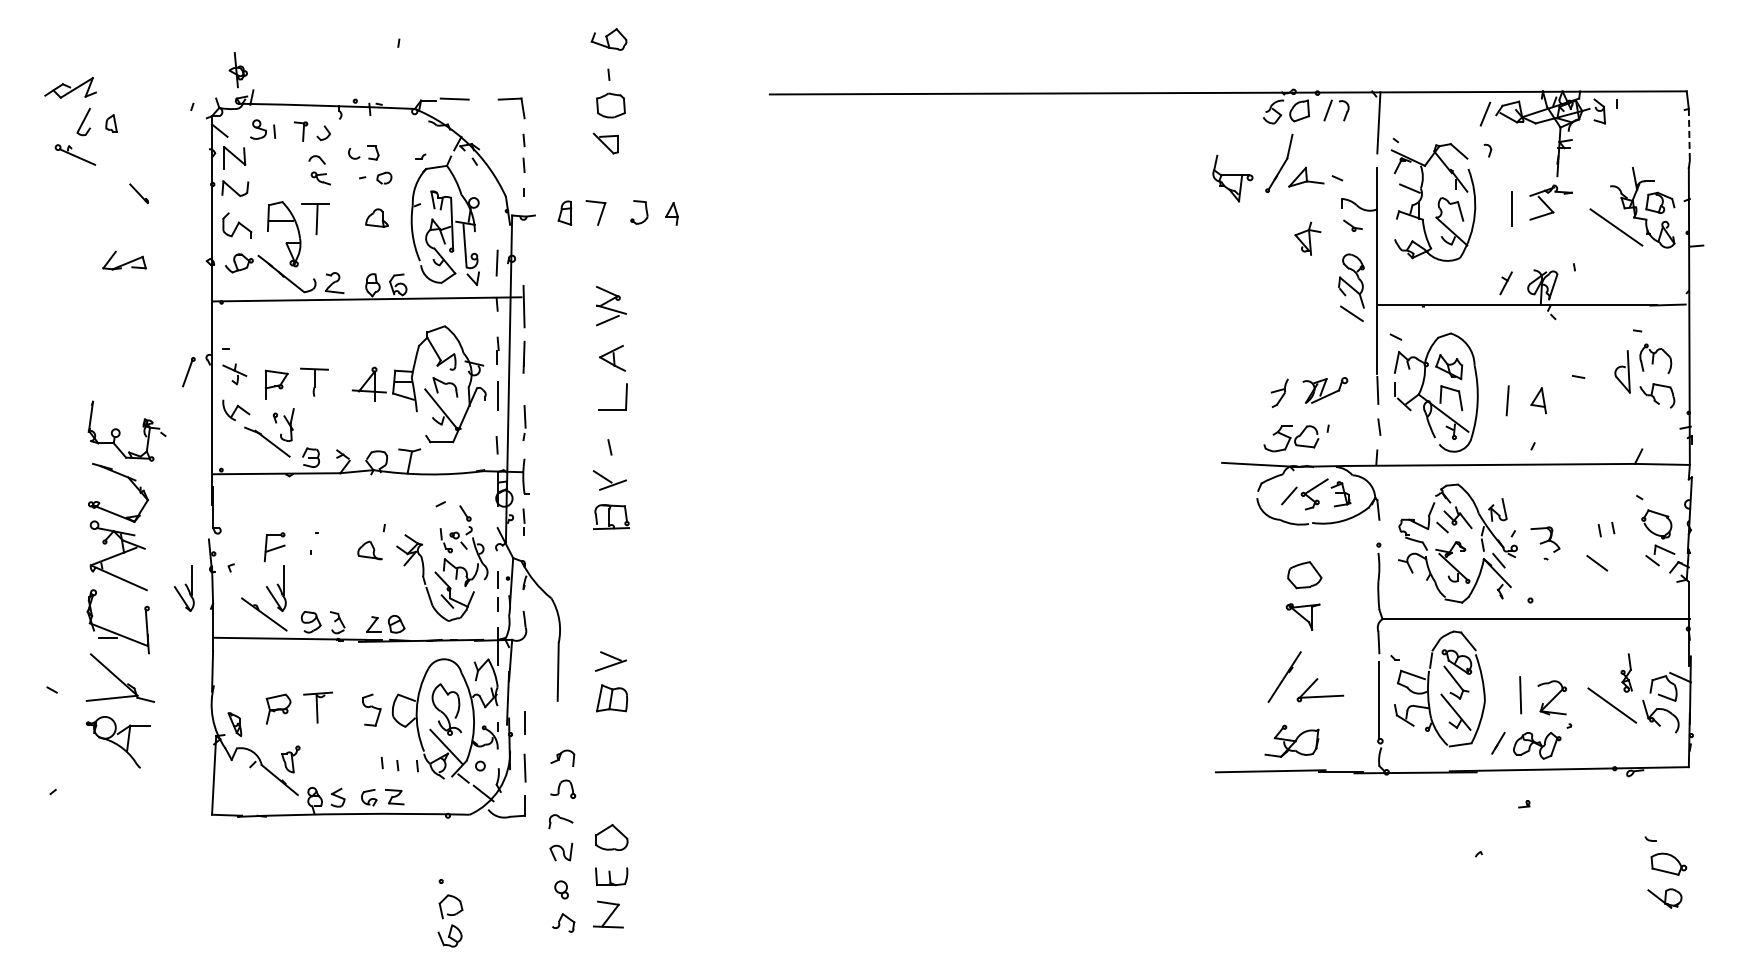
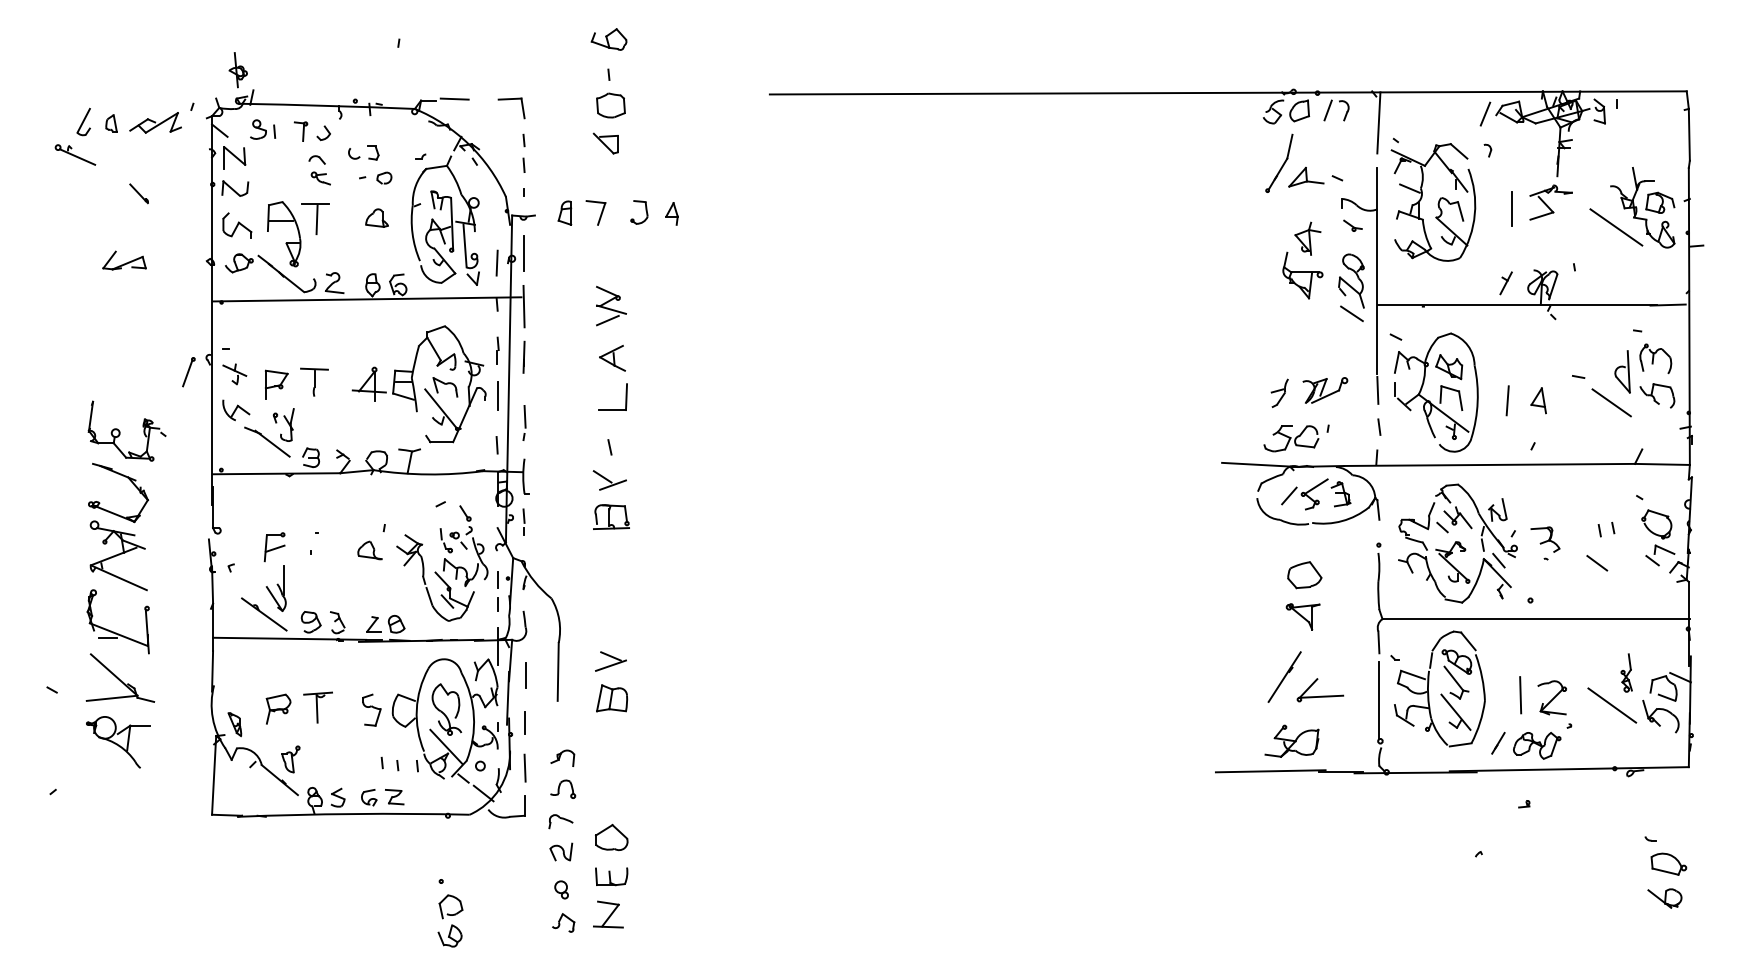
part at (70, 87) position: (70, 87) -> (155, 122)
line at (1689, 134): dashed -> solid
part at (1232, 178) position: (1232, 178) -> (1302, 275)
line at (523, 253): none -> present
line at (1611, 402): none -> present
part at (183, 588): present -> none
line at (525, 675): none -> present
